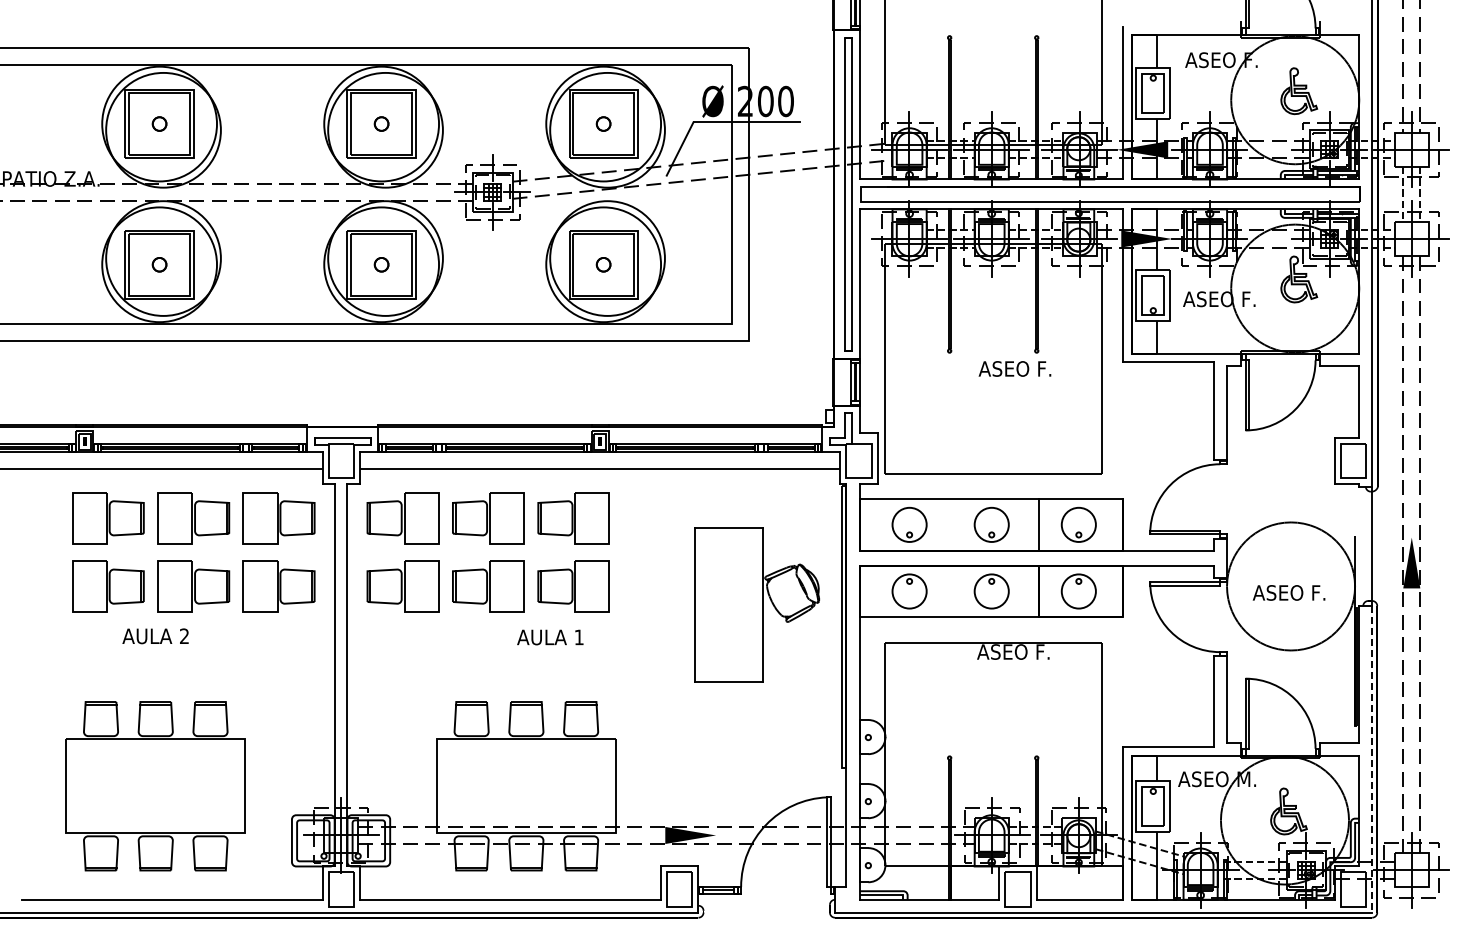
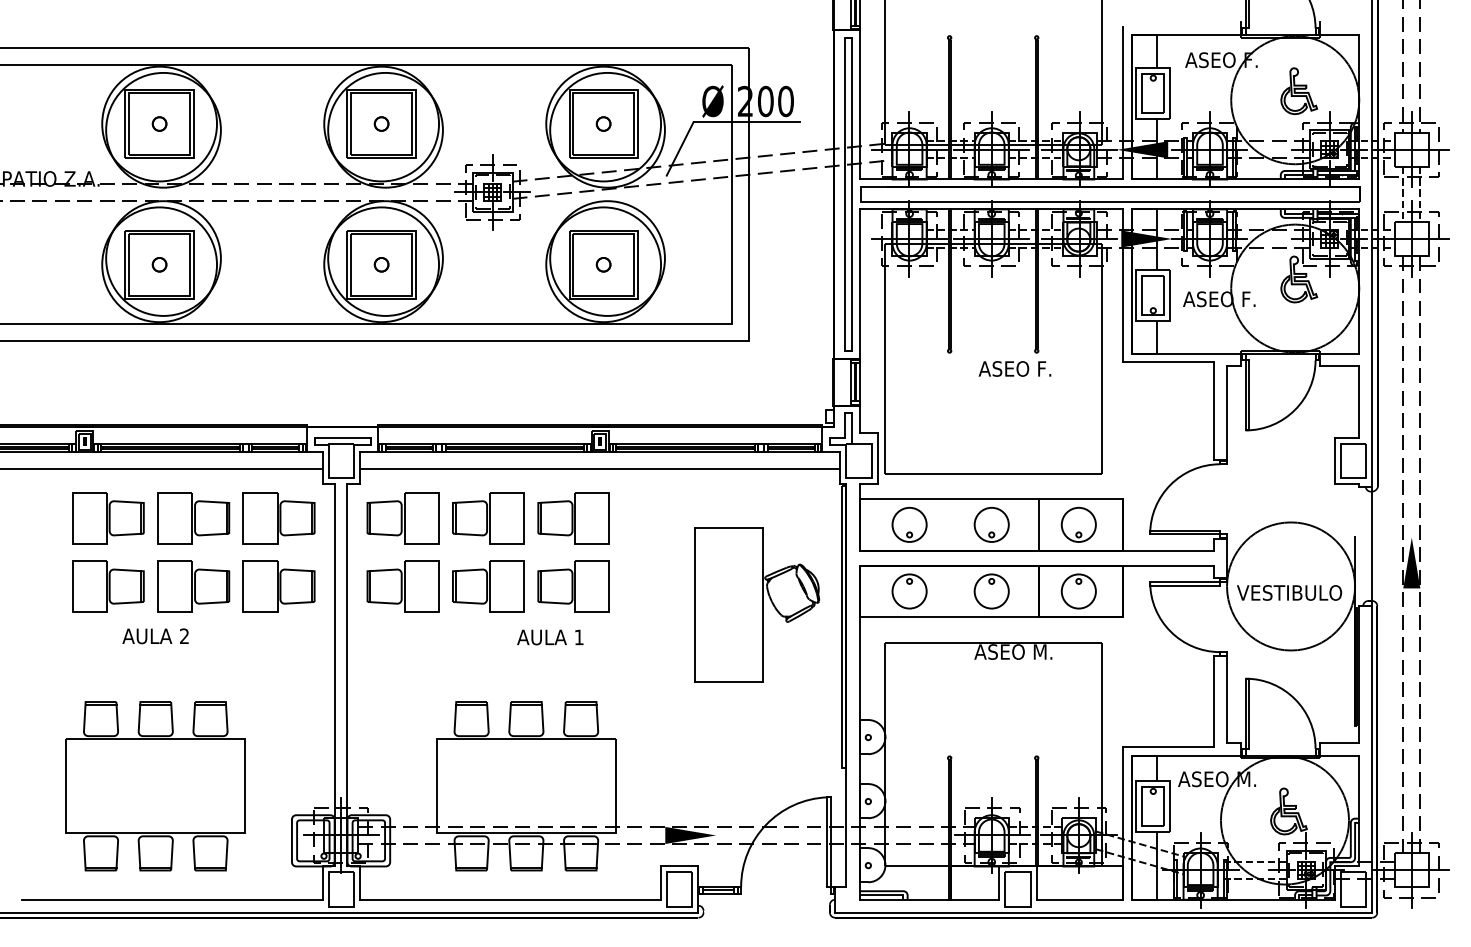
text at (1289, 592): ASEO F. -> VESTIBULO
text at (1013, 651): ASEO F. -> ASEO M.
line at (1372, 759): dashed -> solid
